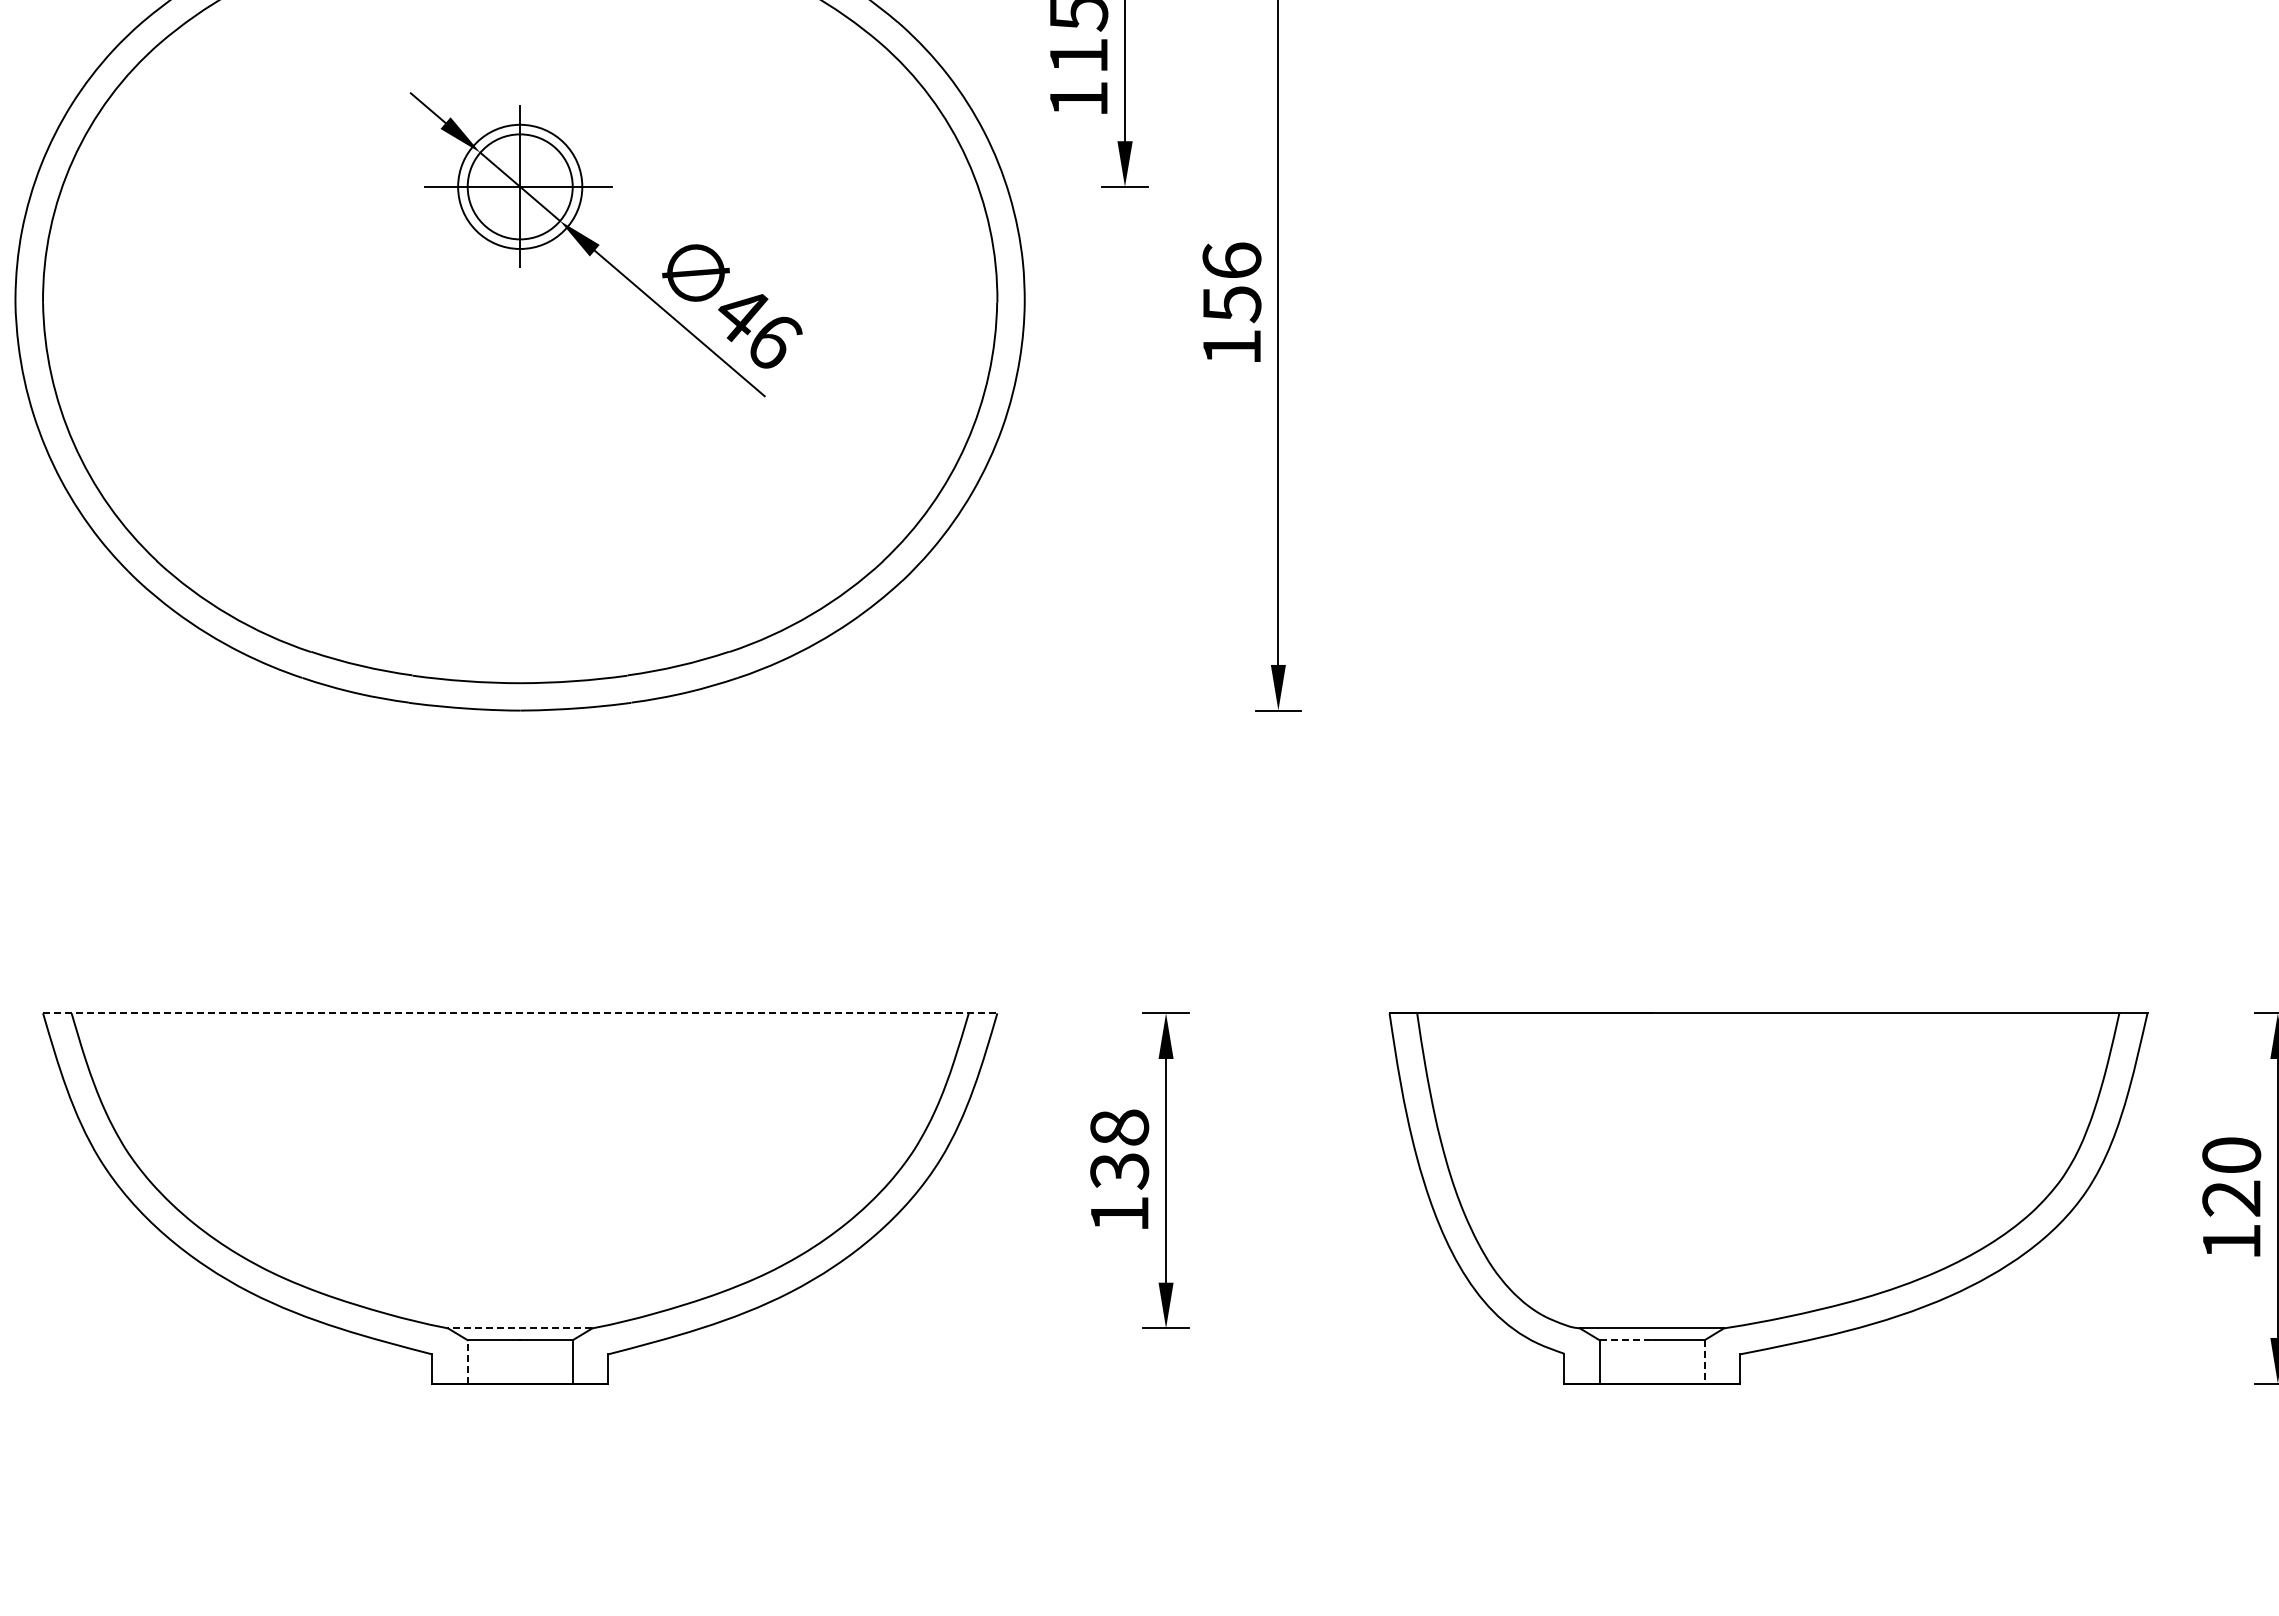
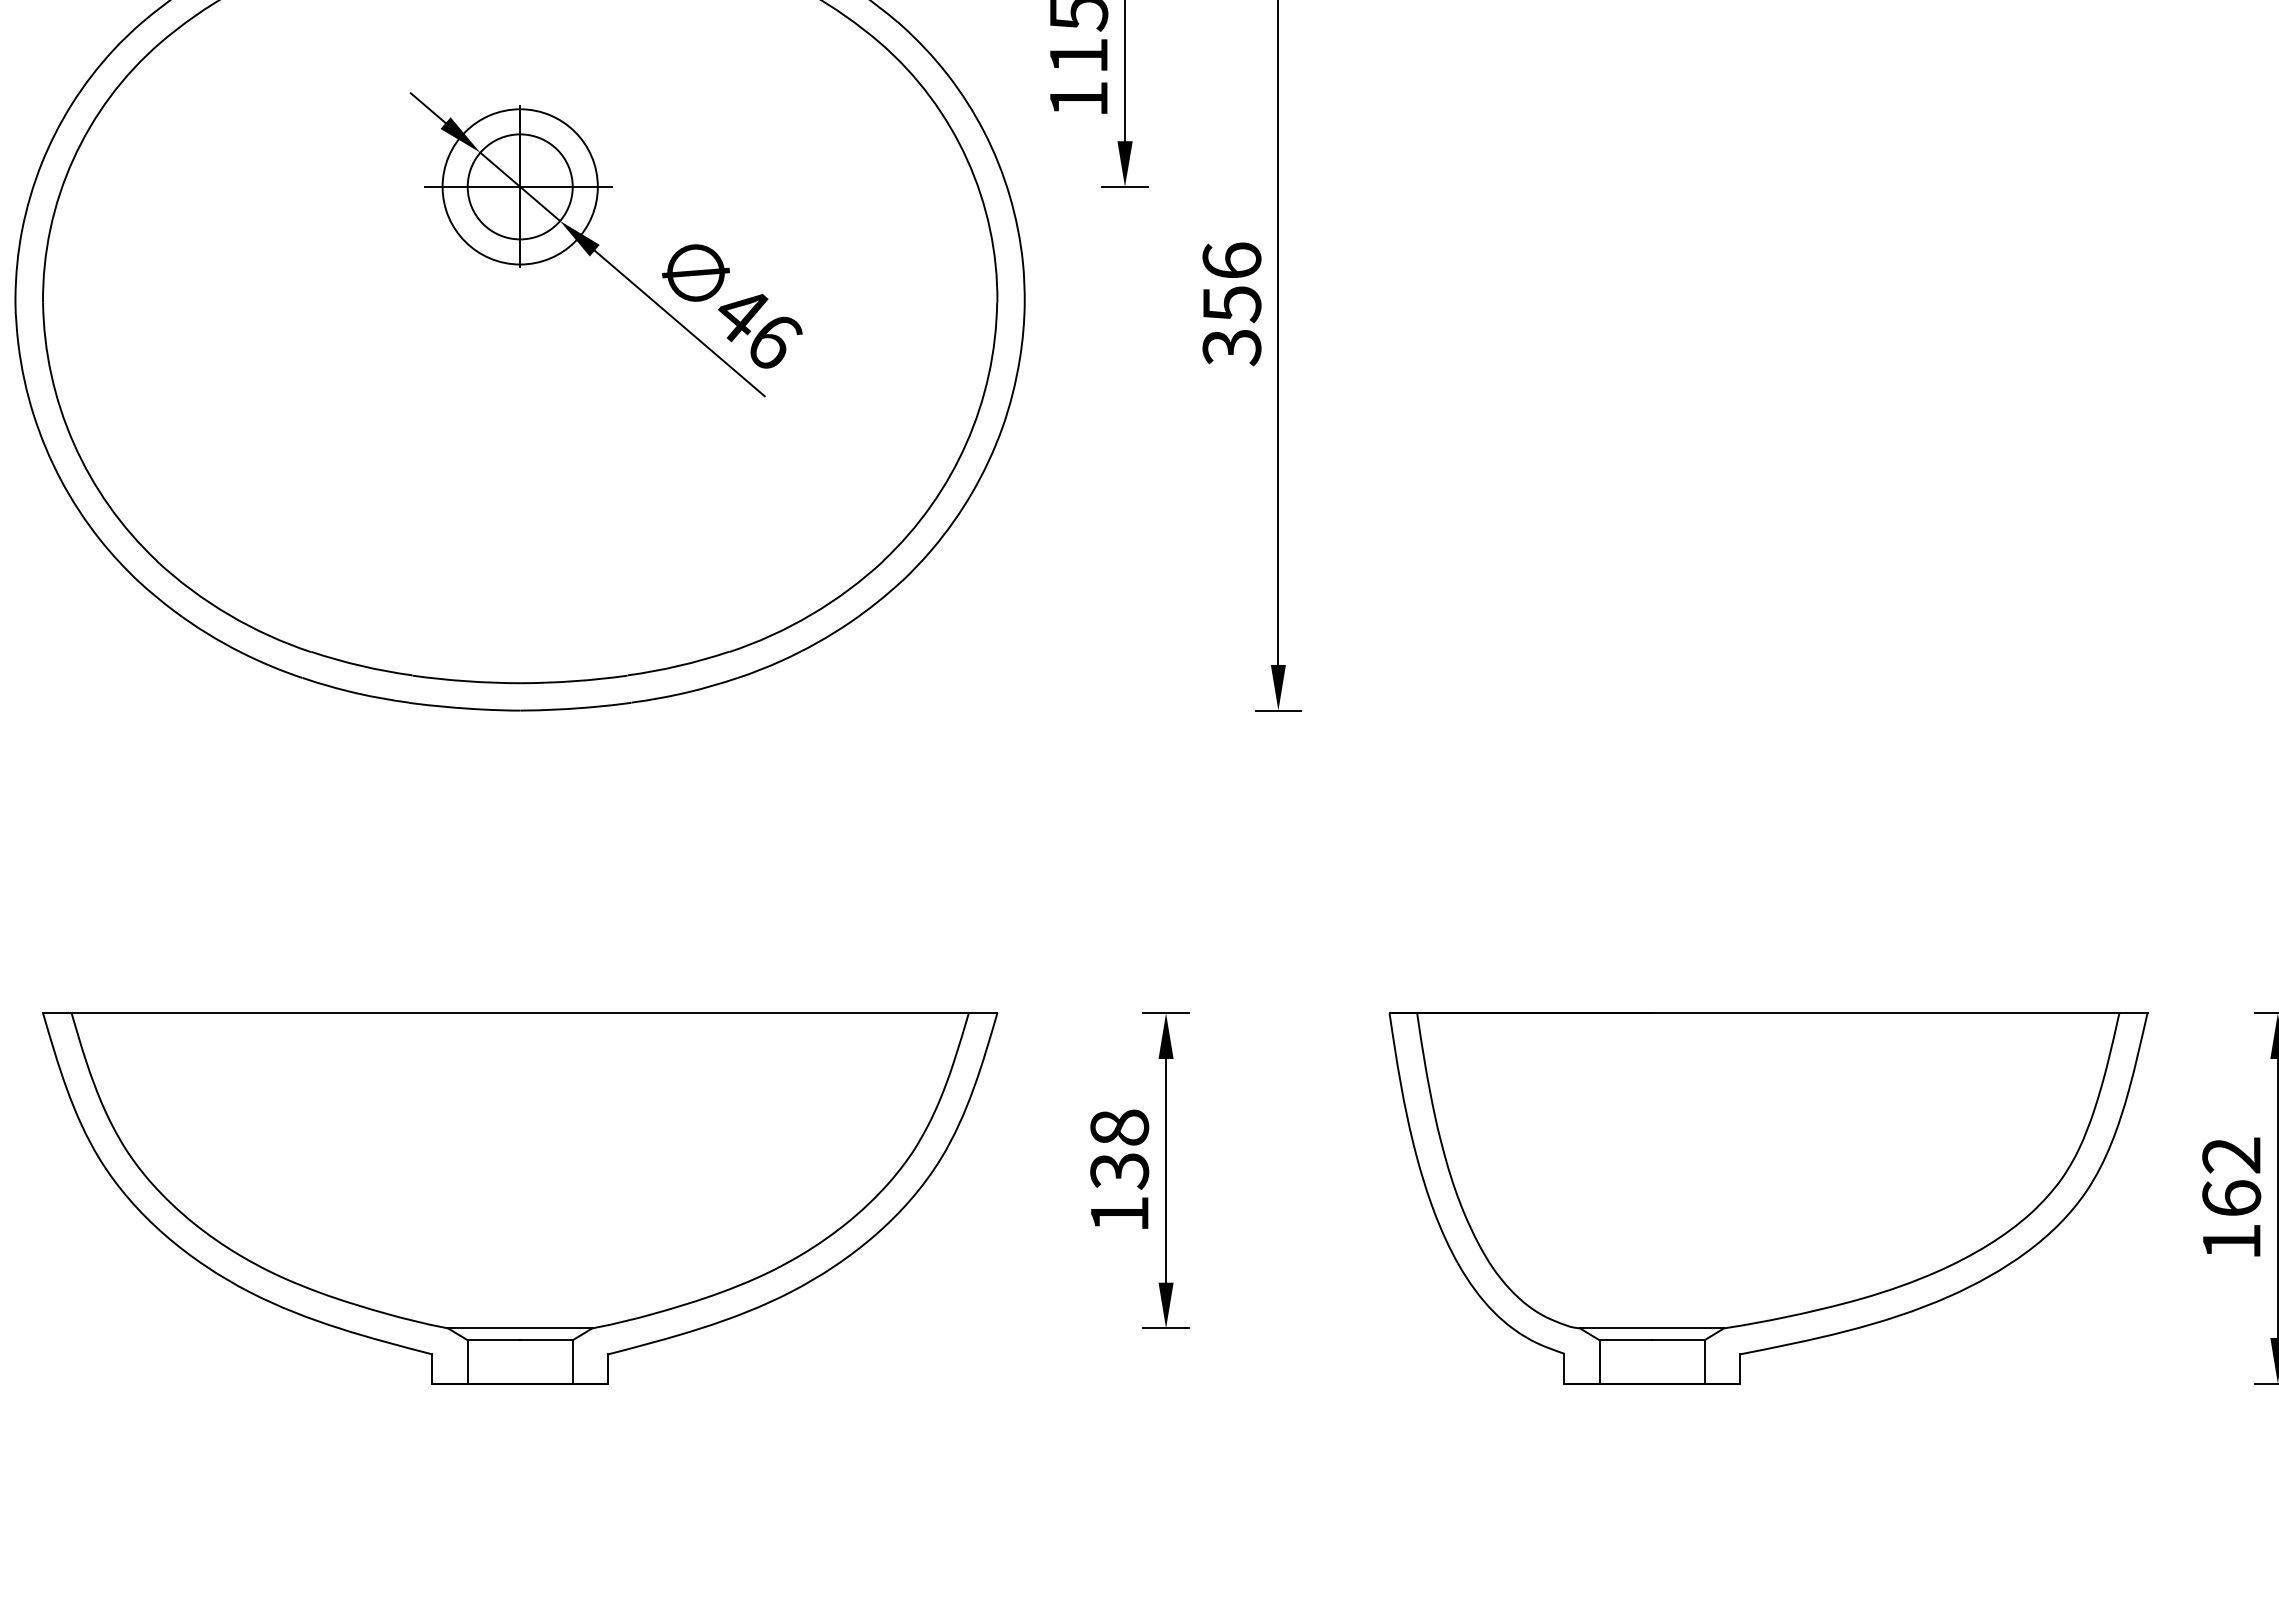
circle at (520, 186) diameter: 124 px -> 155 px
text at (1231, 348): 156 -> 356
line at (520, 1013): dashed -> solid
text at (2231, 1176): 120 -> 162
line at (519, 1328): dashed -> solid
line at (1626, 1340): dashed -> solid
line at (467, 1361): dashed -> solid
line at (1704, 1361): dashed -> solid
